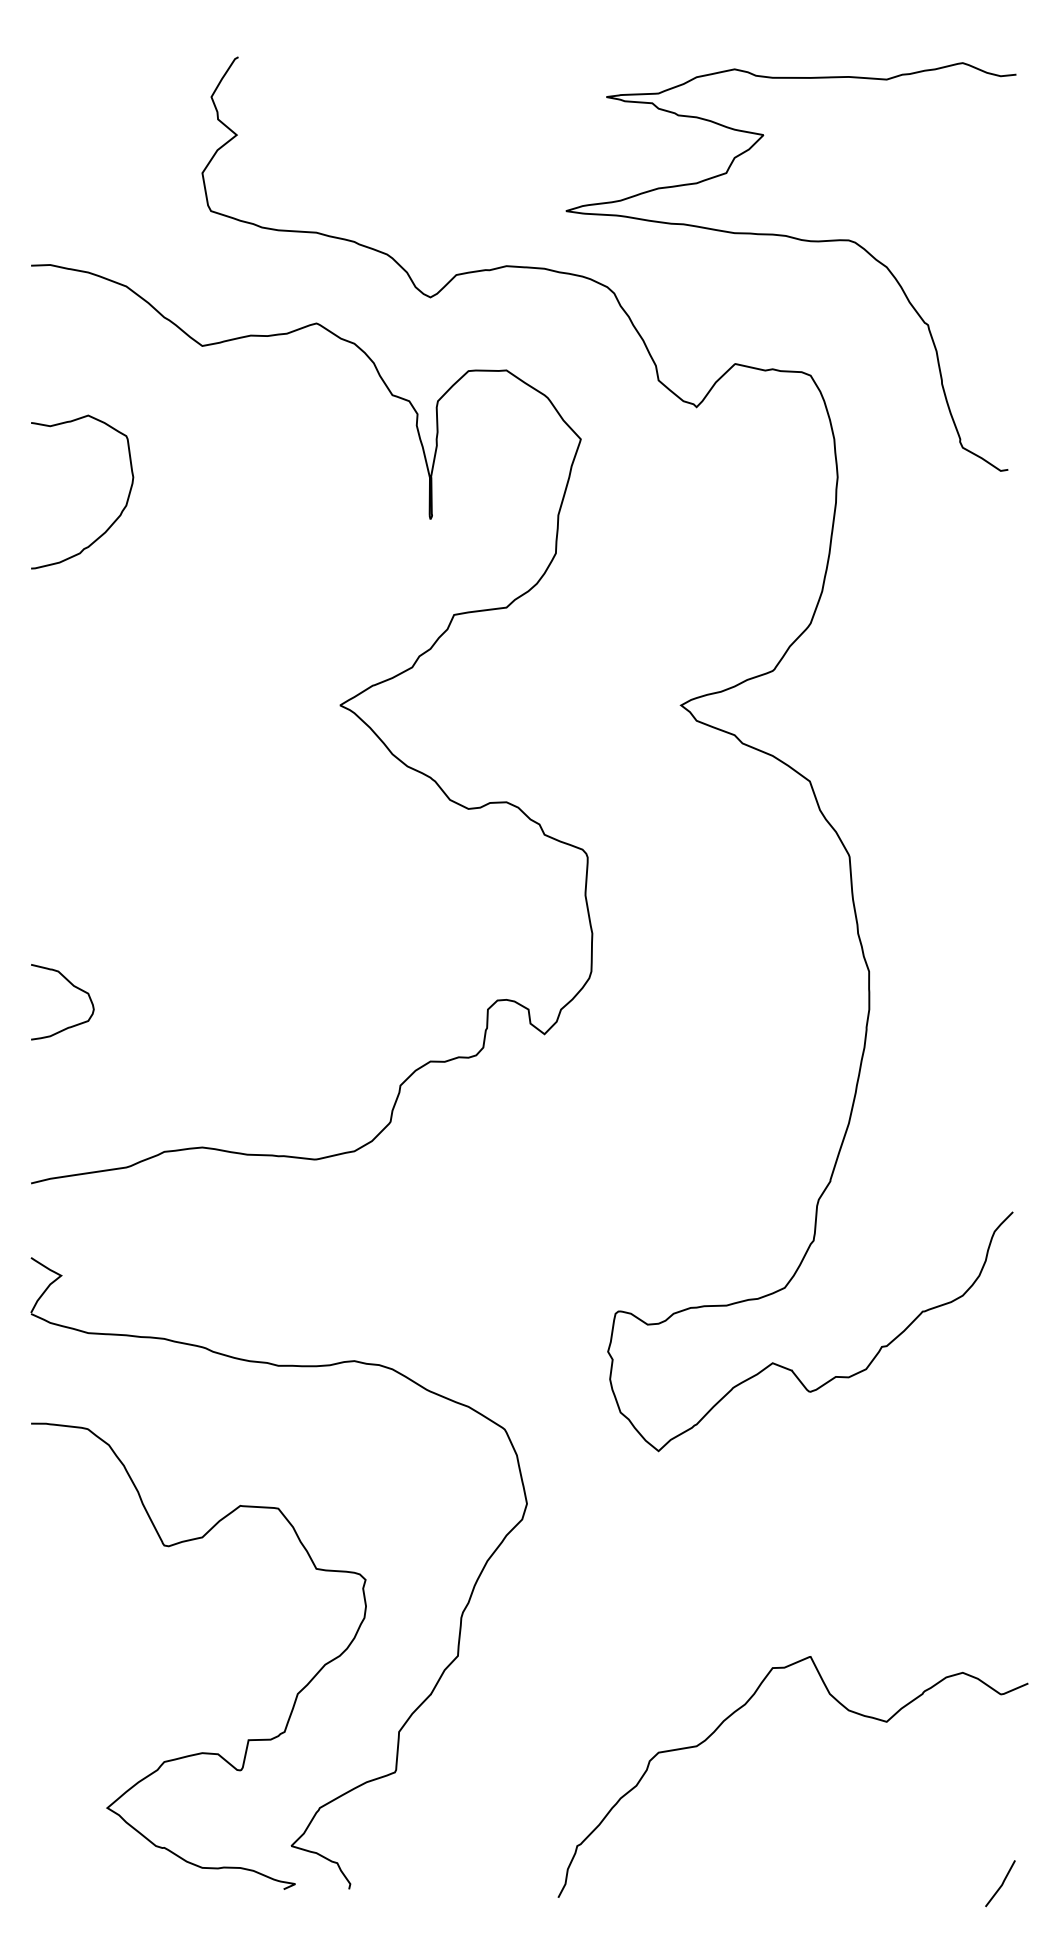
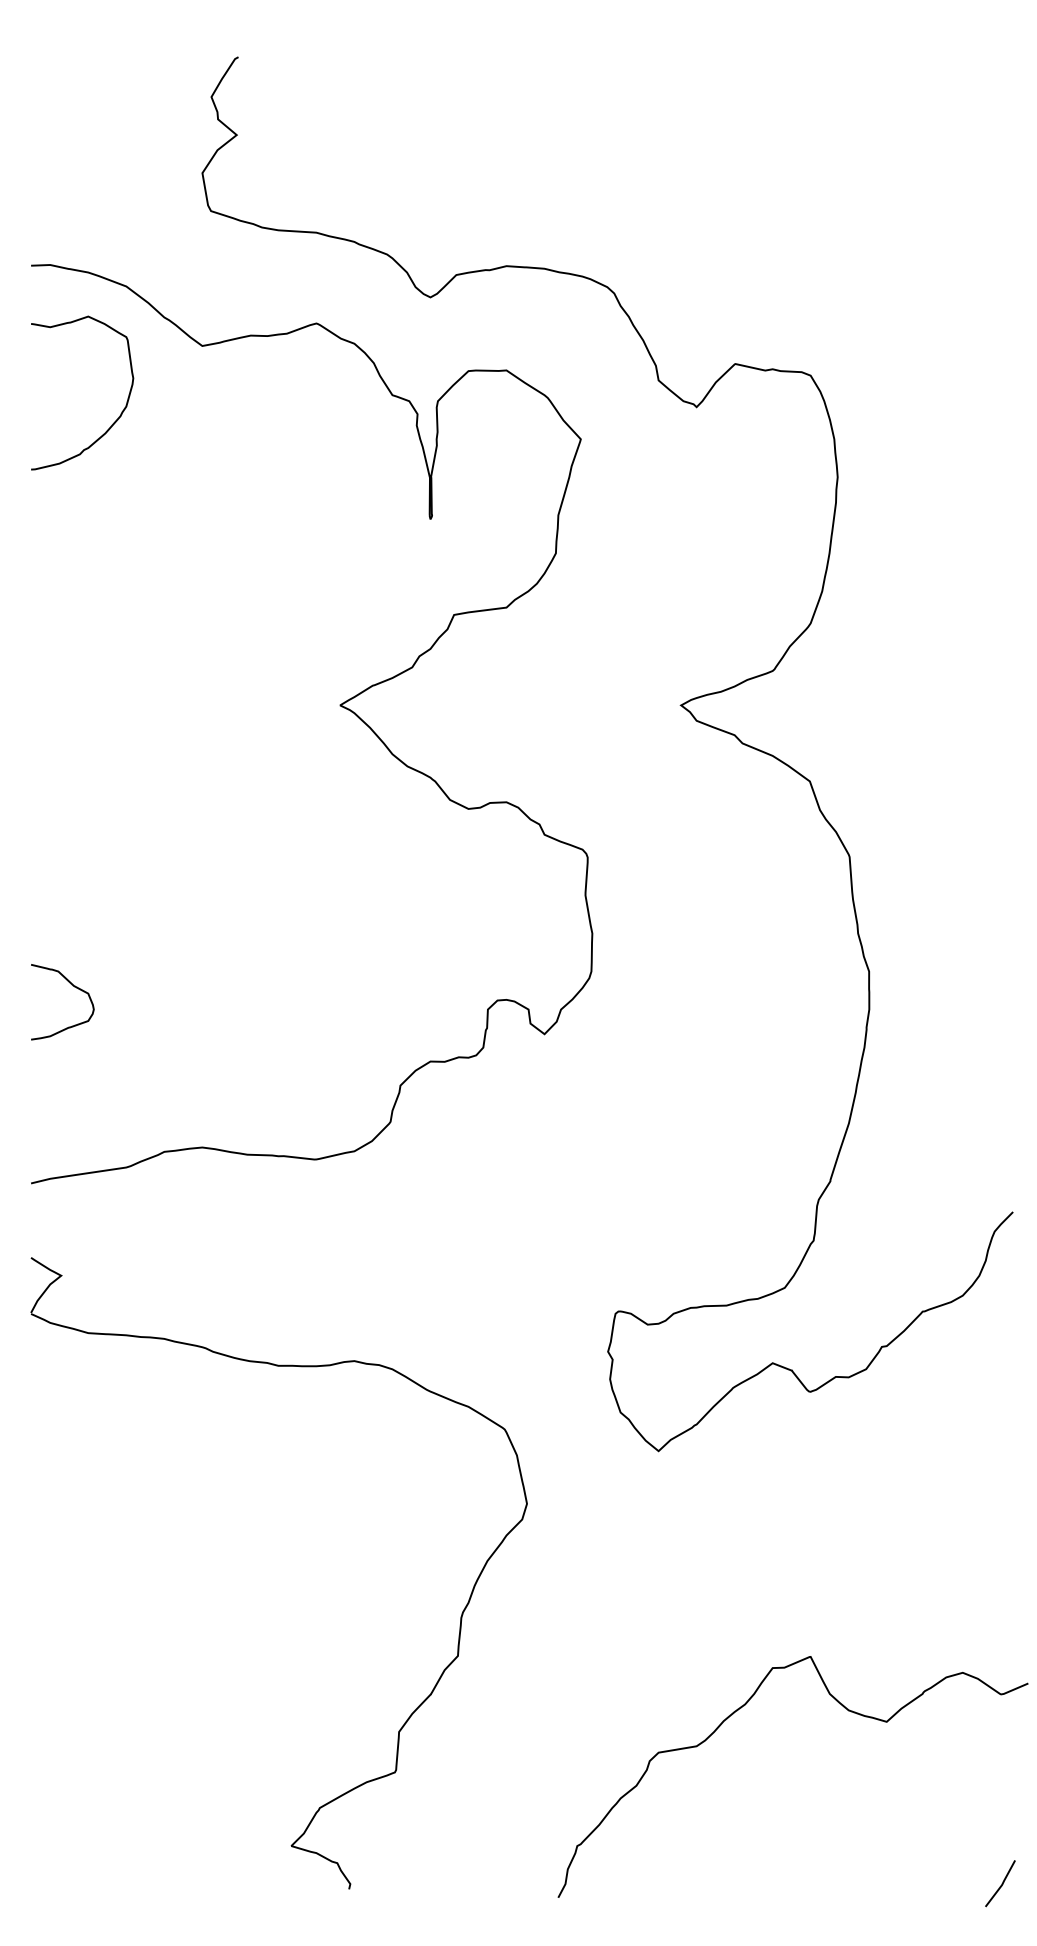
curve at (798, 240): present -> none
curve at (113, 521) position: (113, 521) -> (113, 422)
curve at (199, 1752): present -> none
